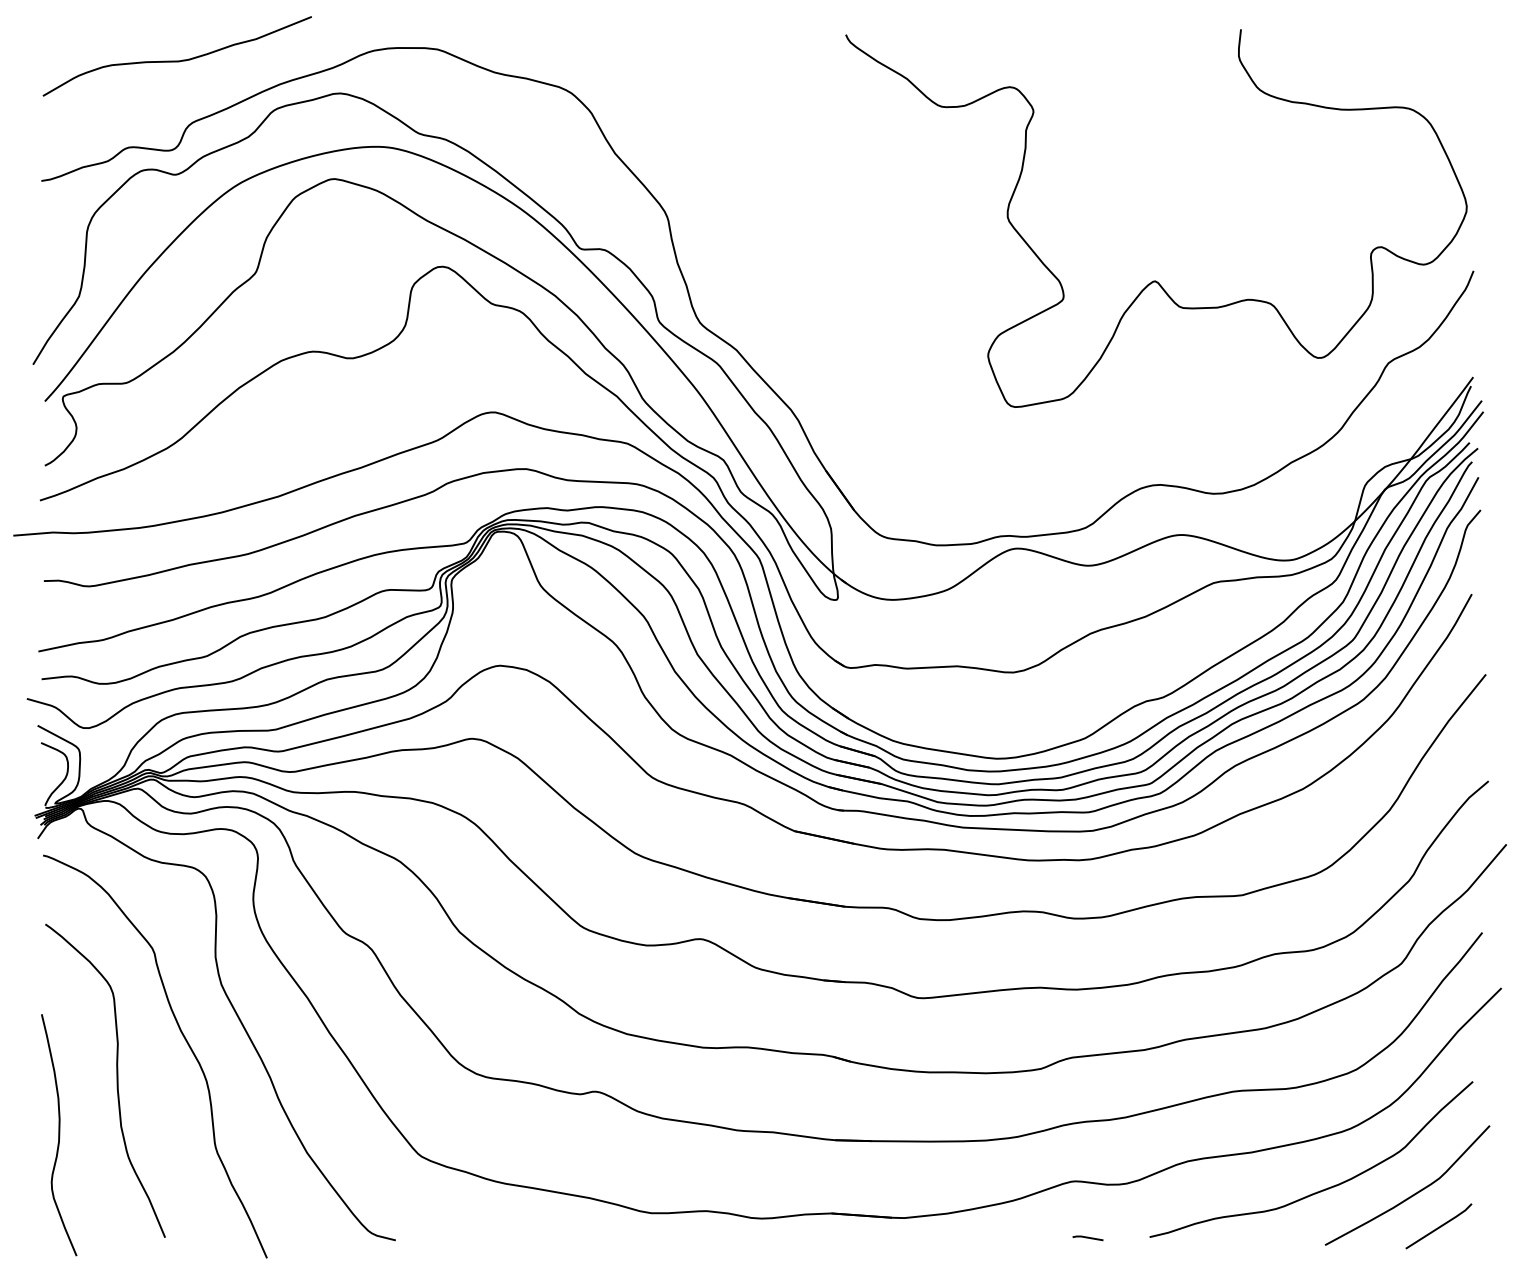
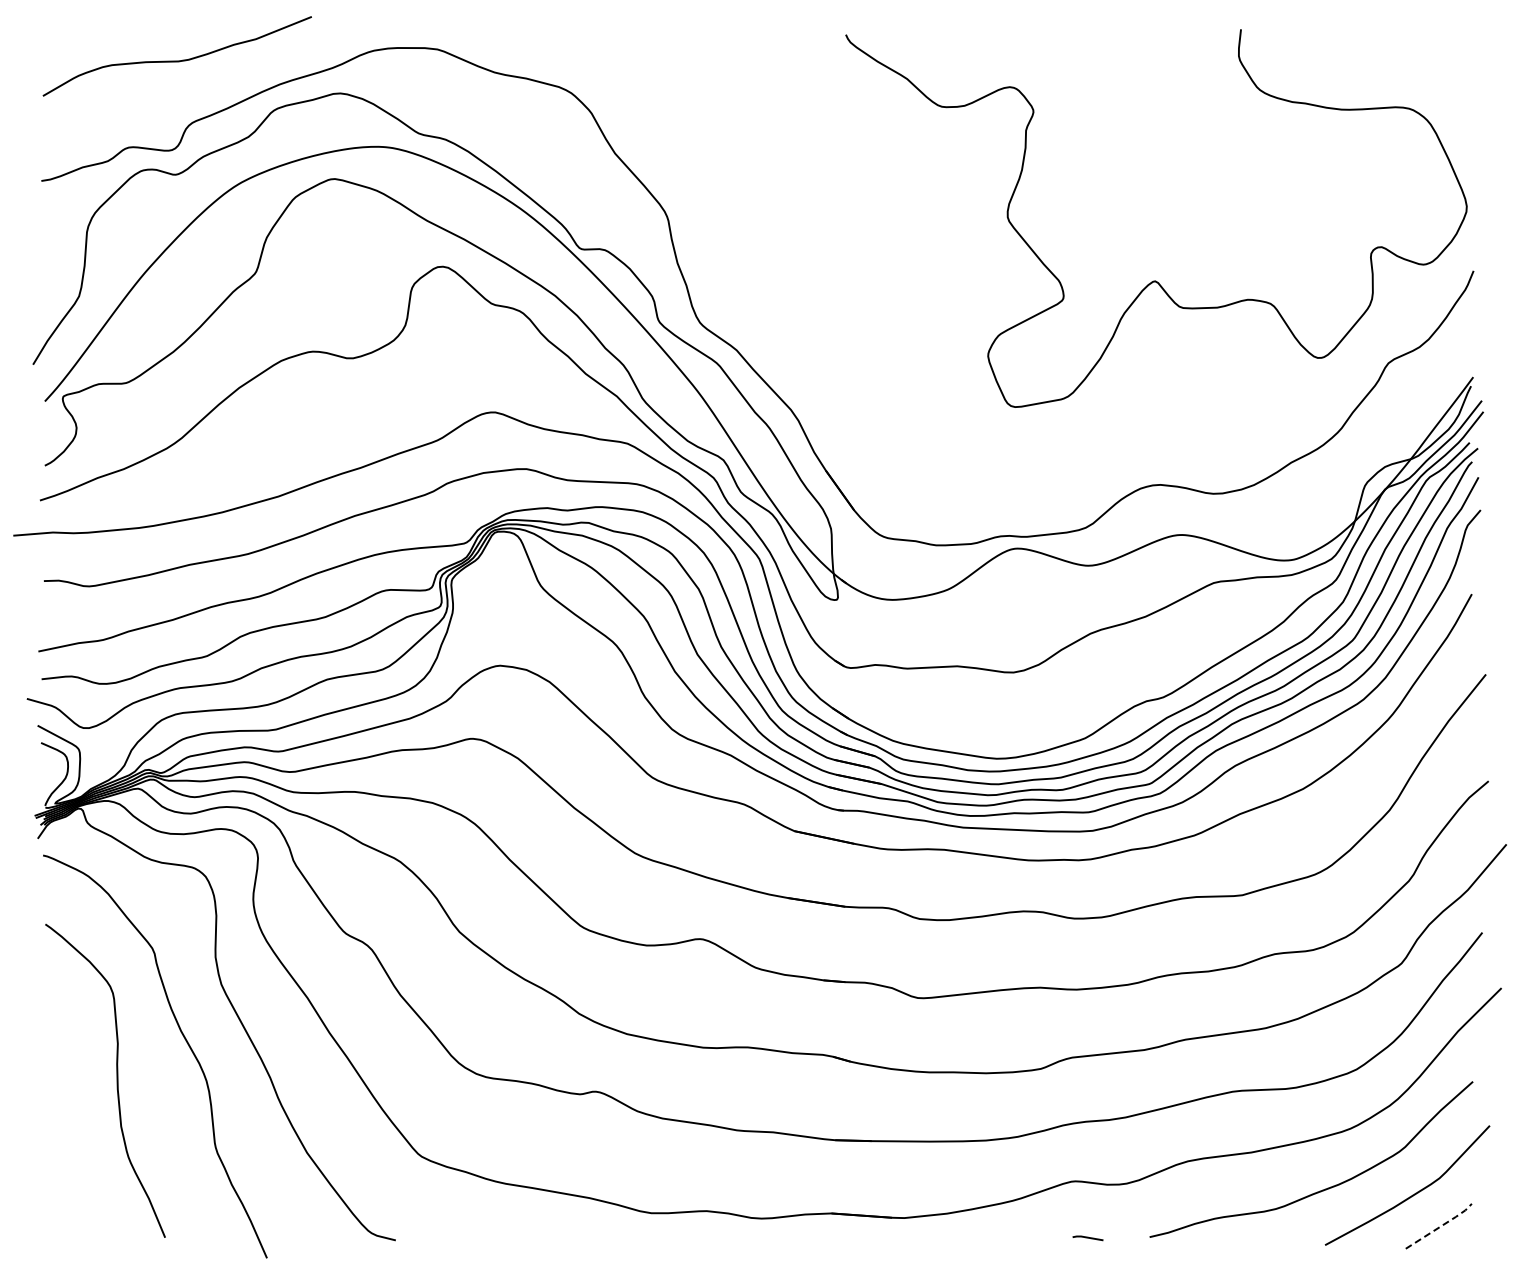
curve at (59, 1135): present -> none
line at (1440, 1226): solid -> dashed
